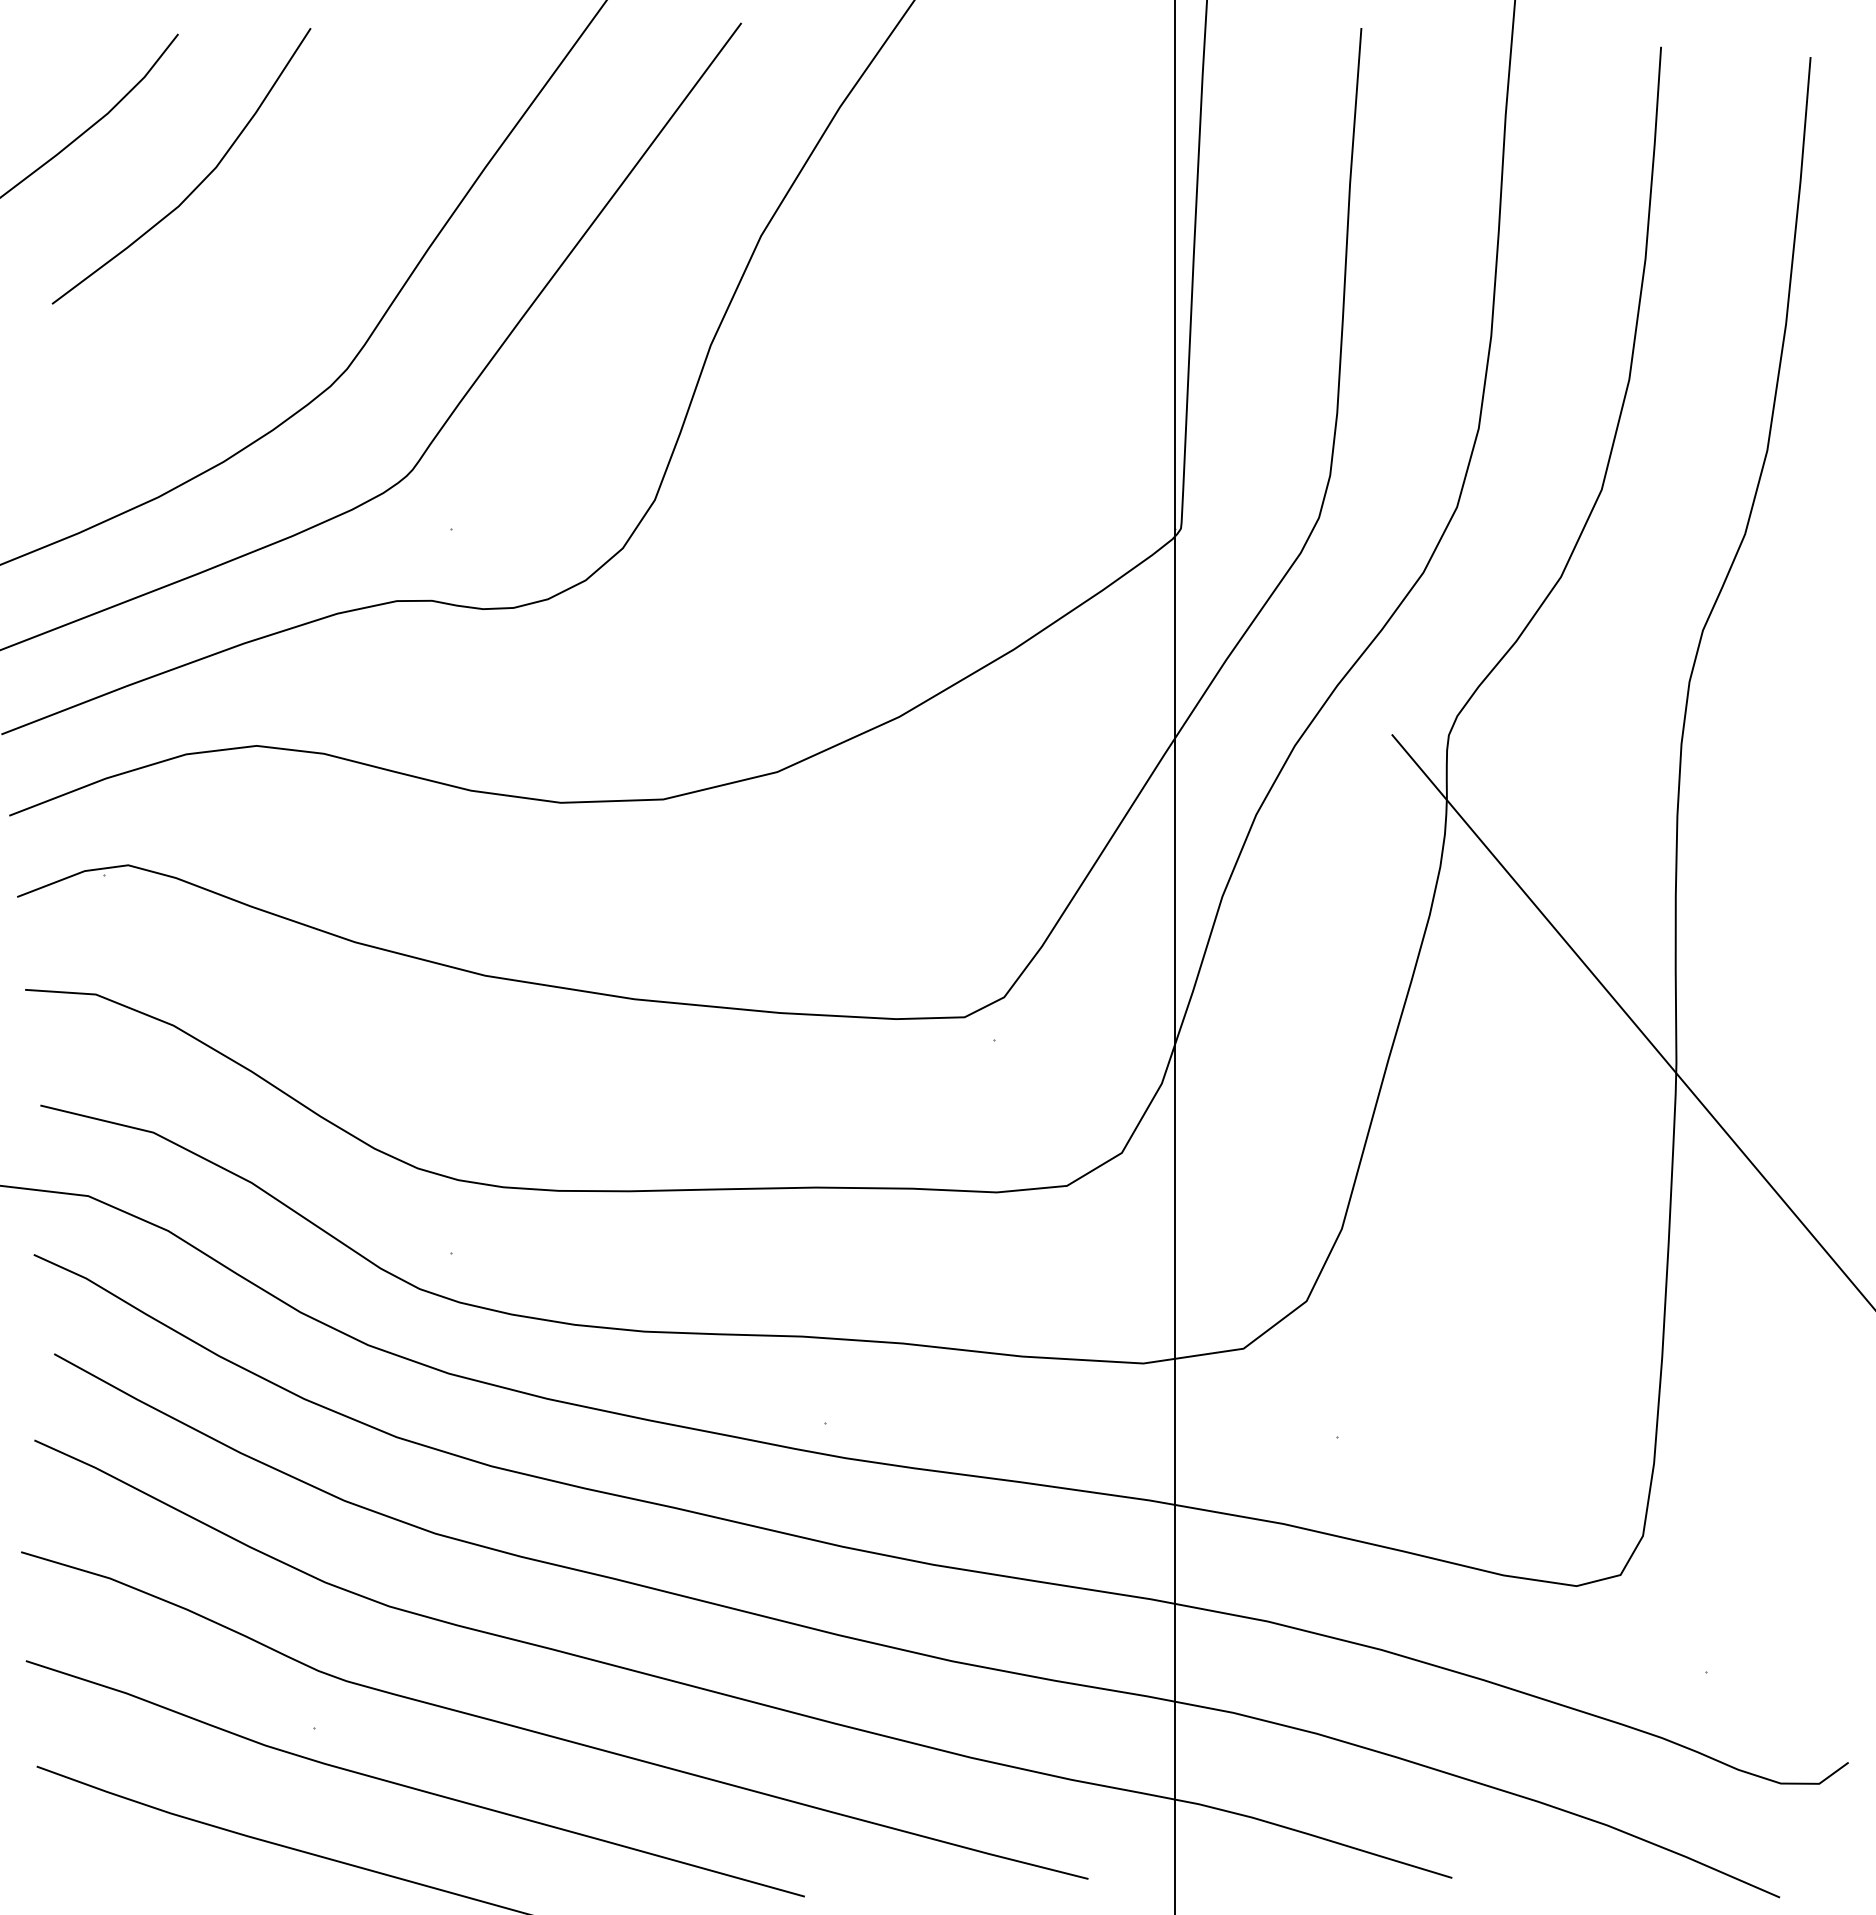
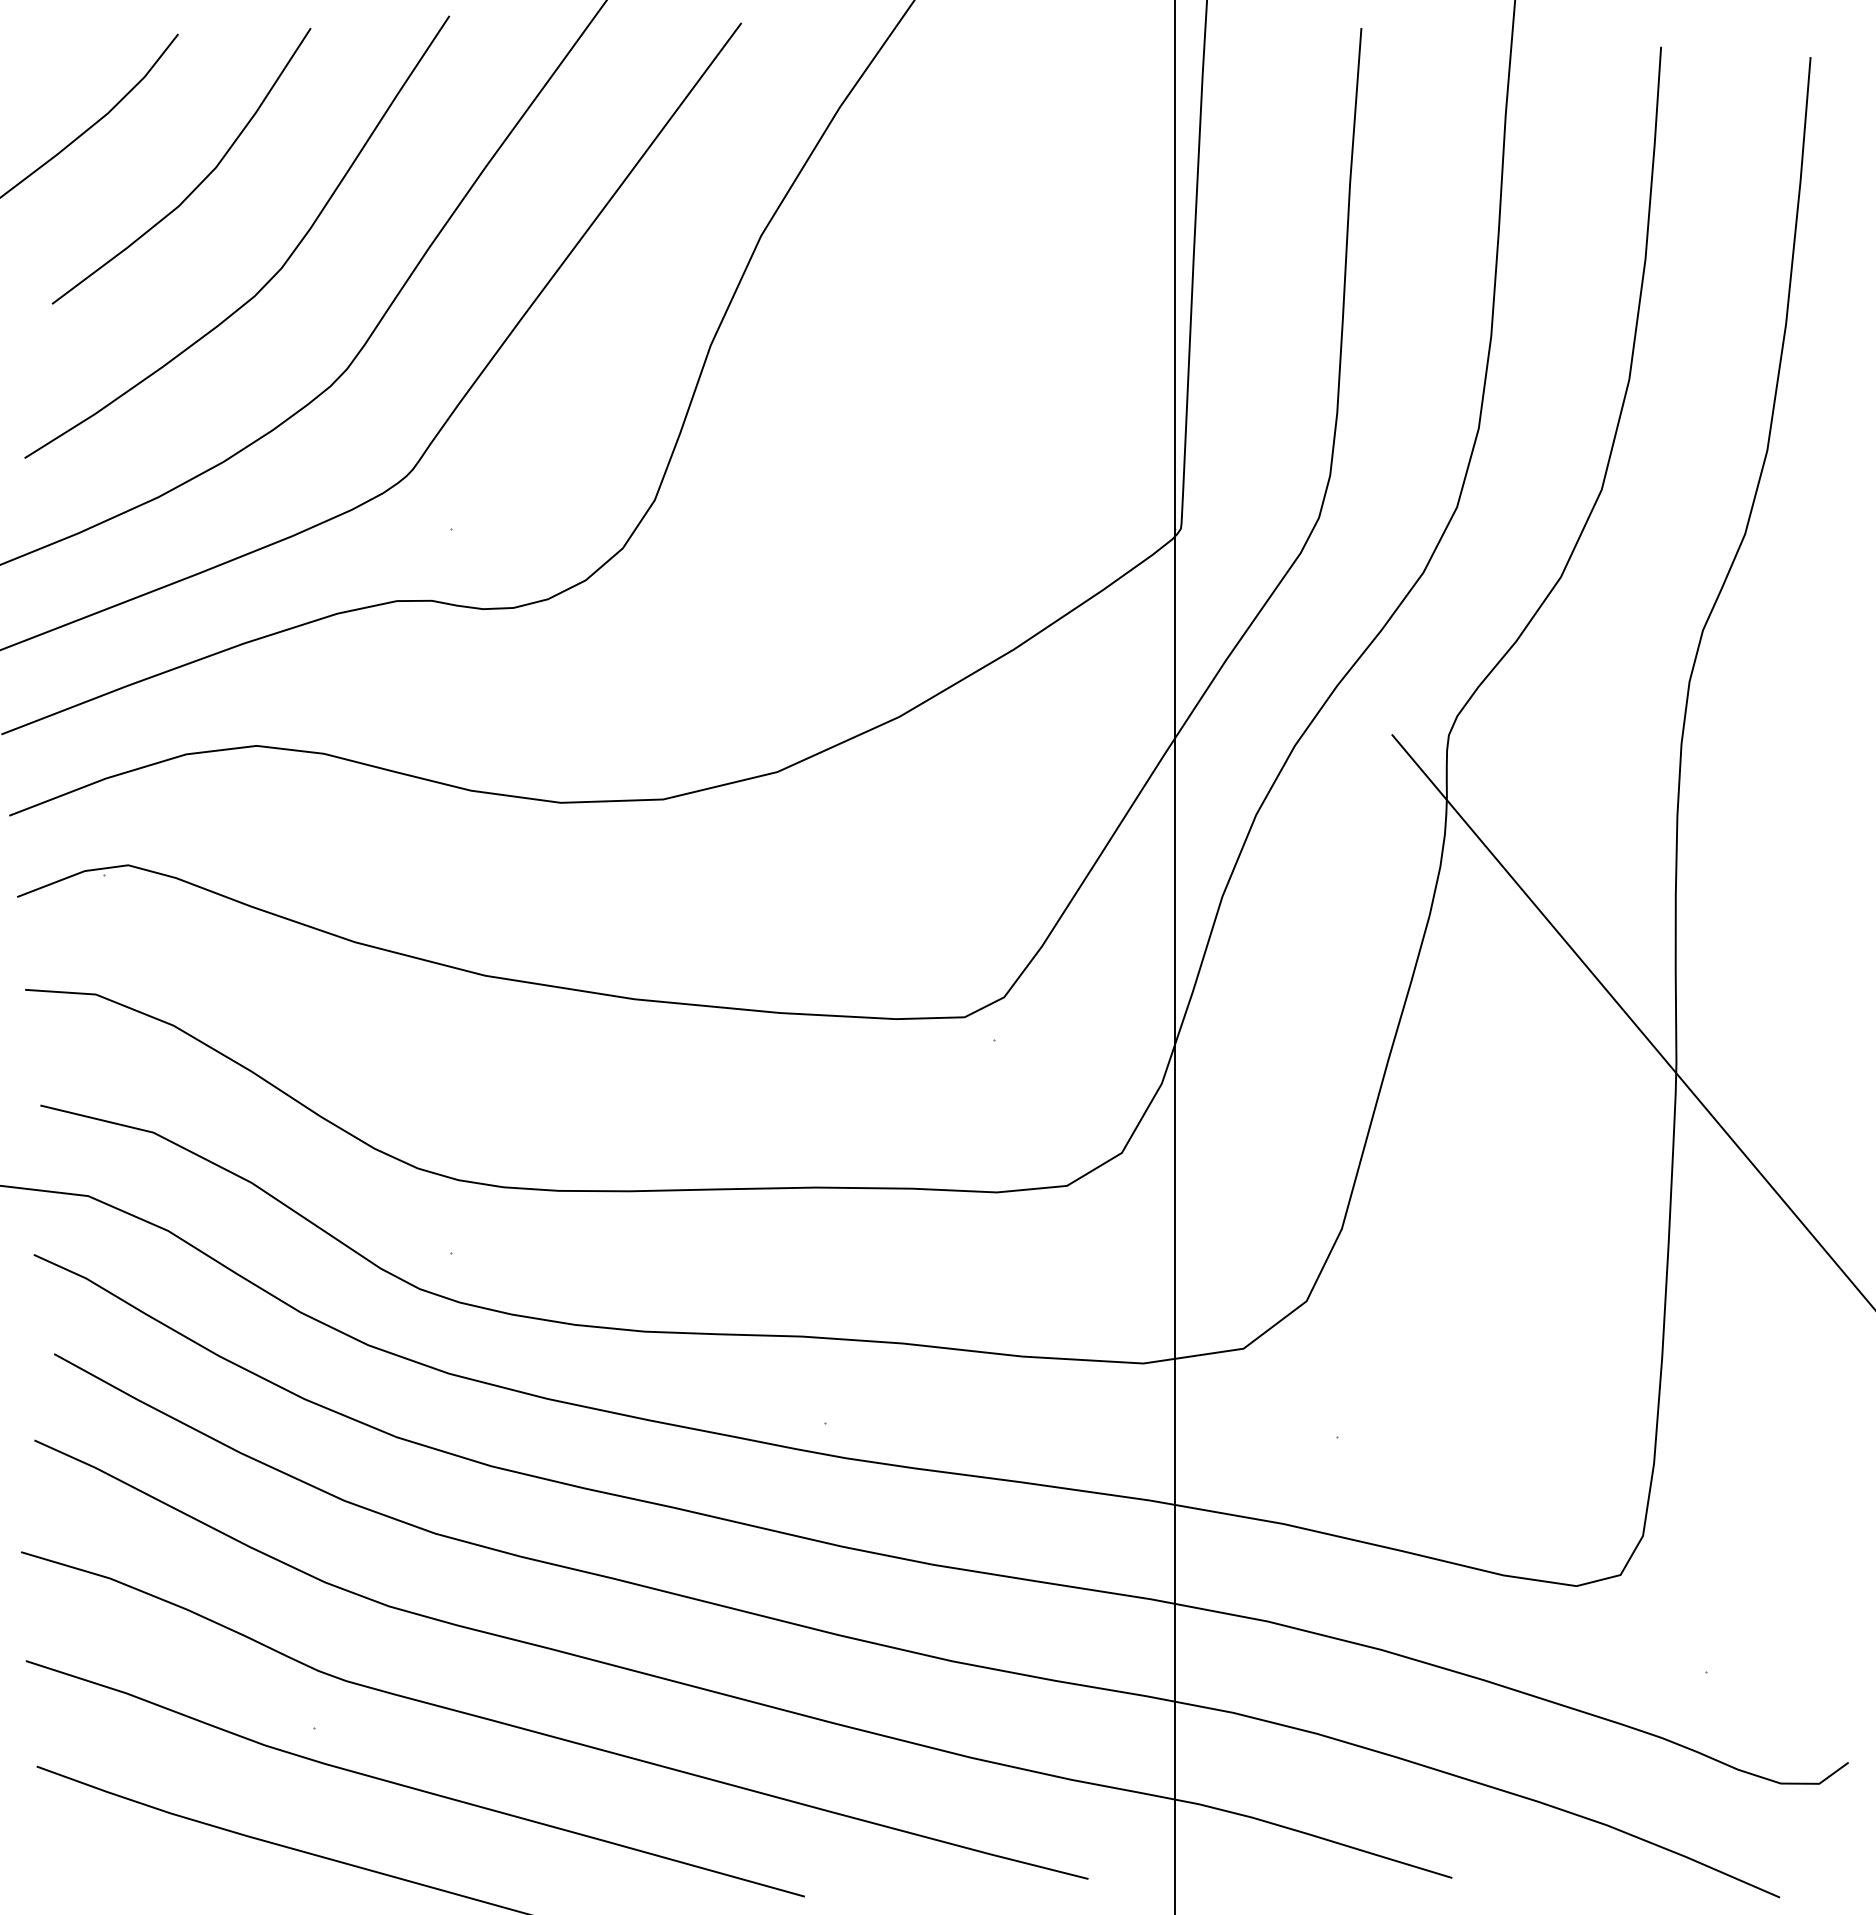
curve at (275, 273): none -> present
